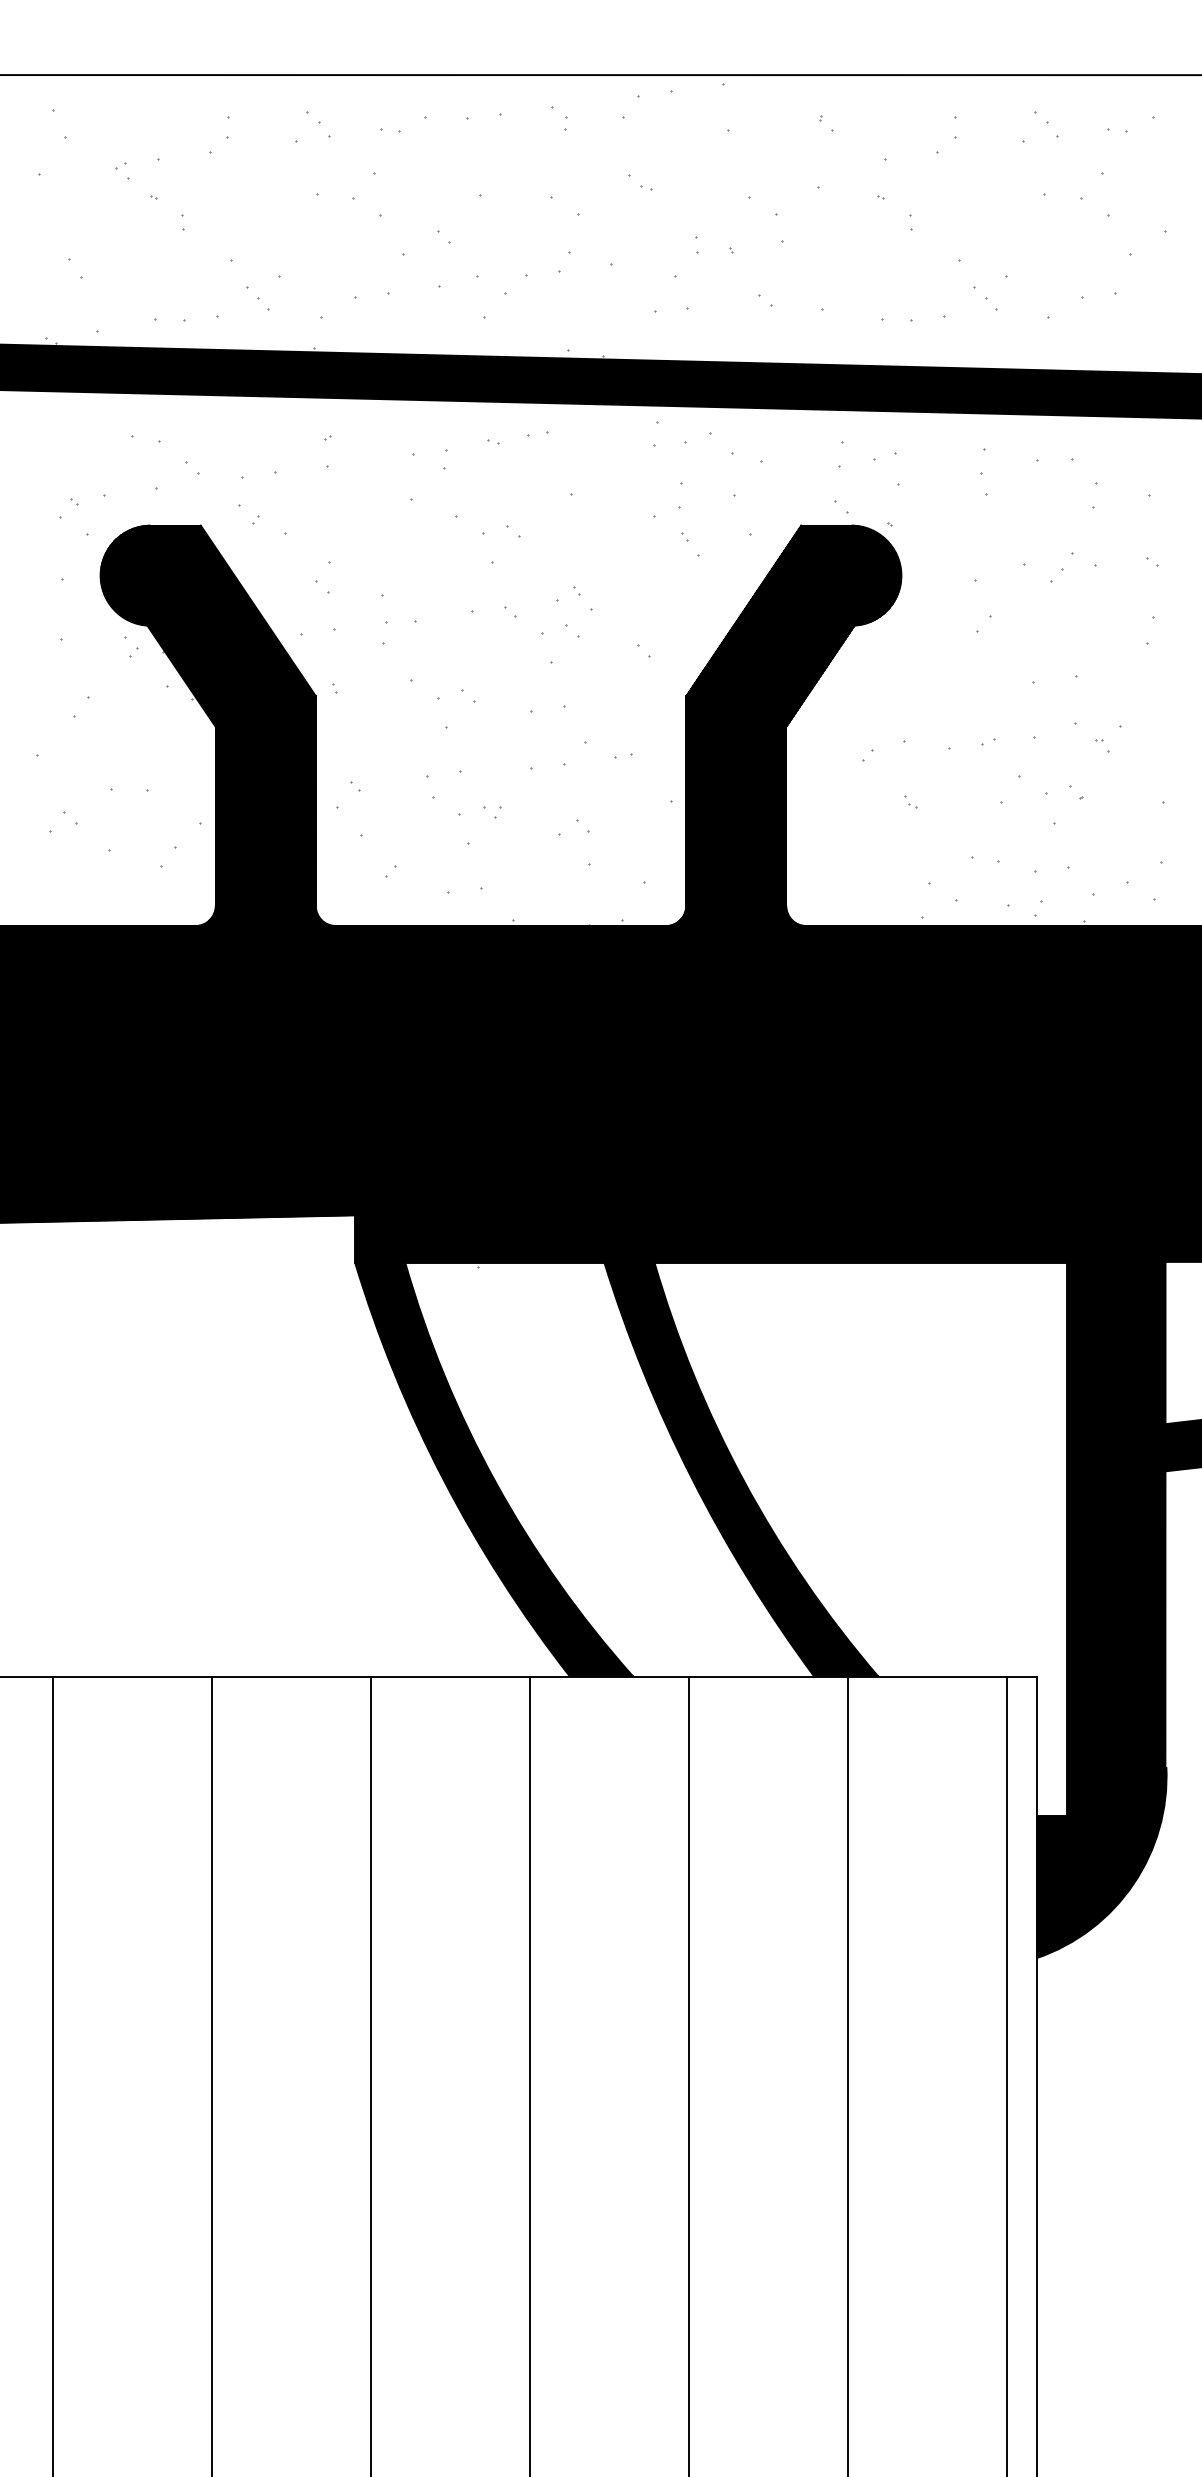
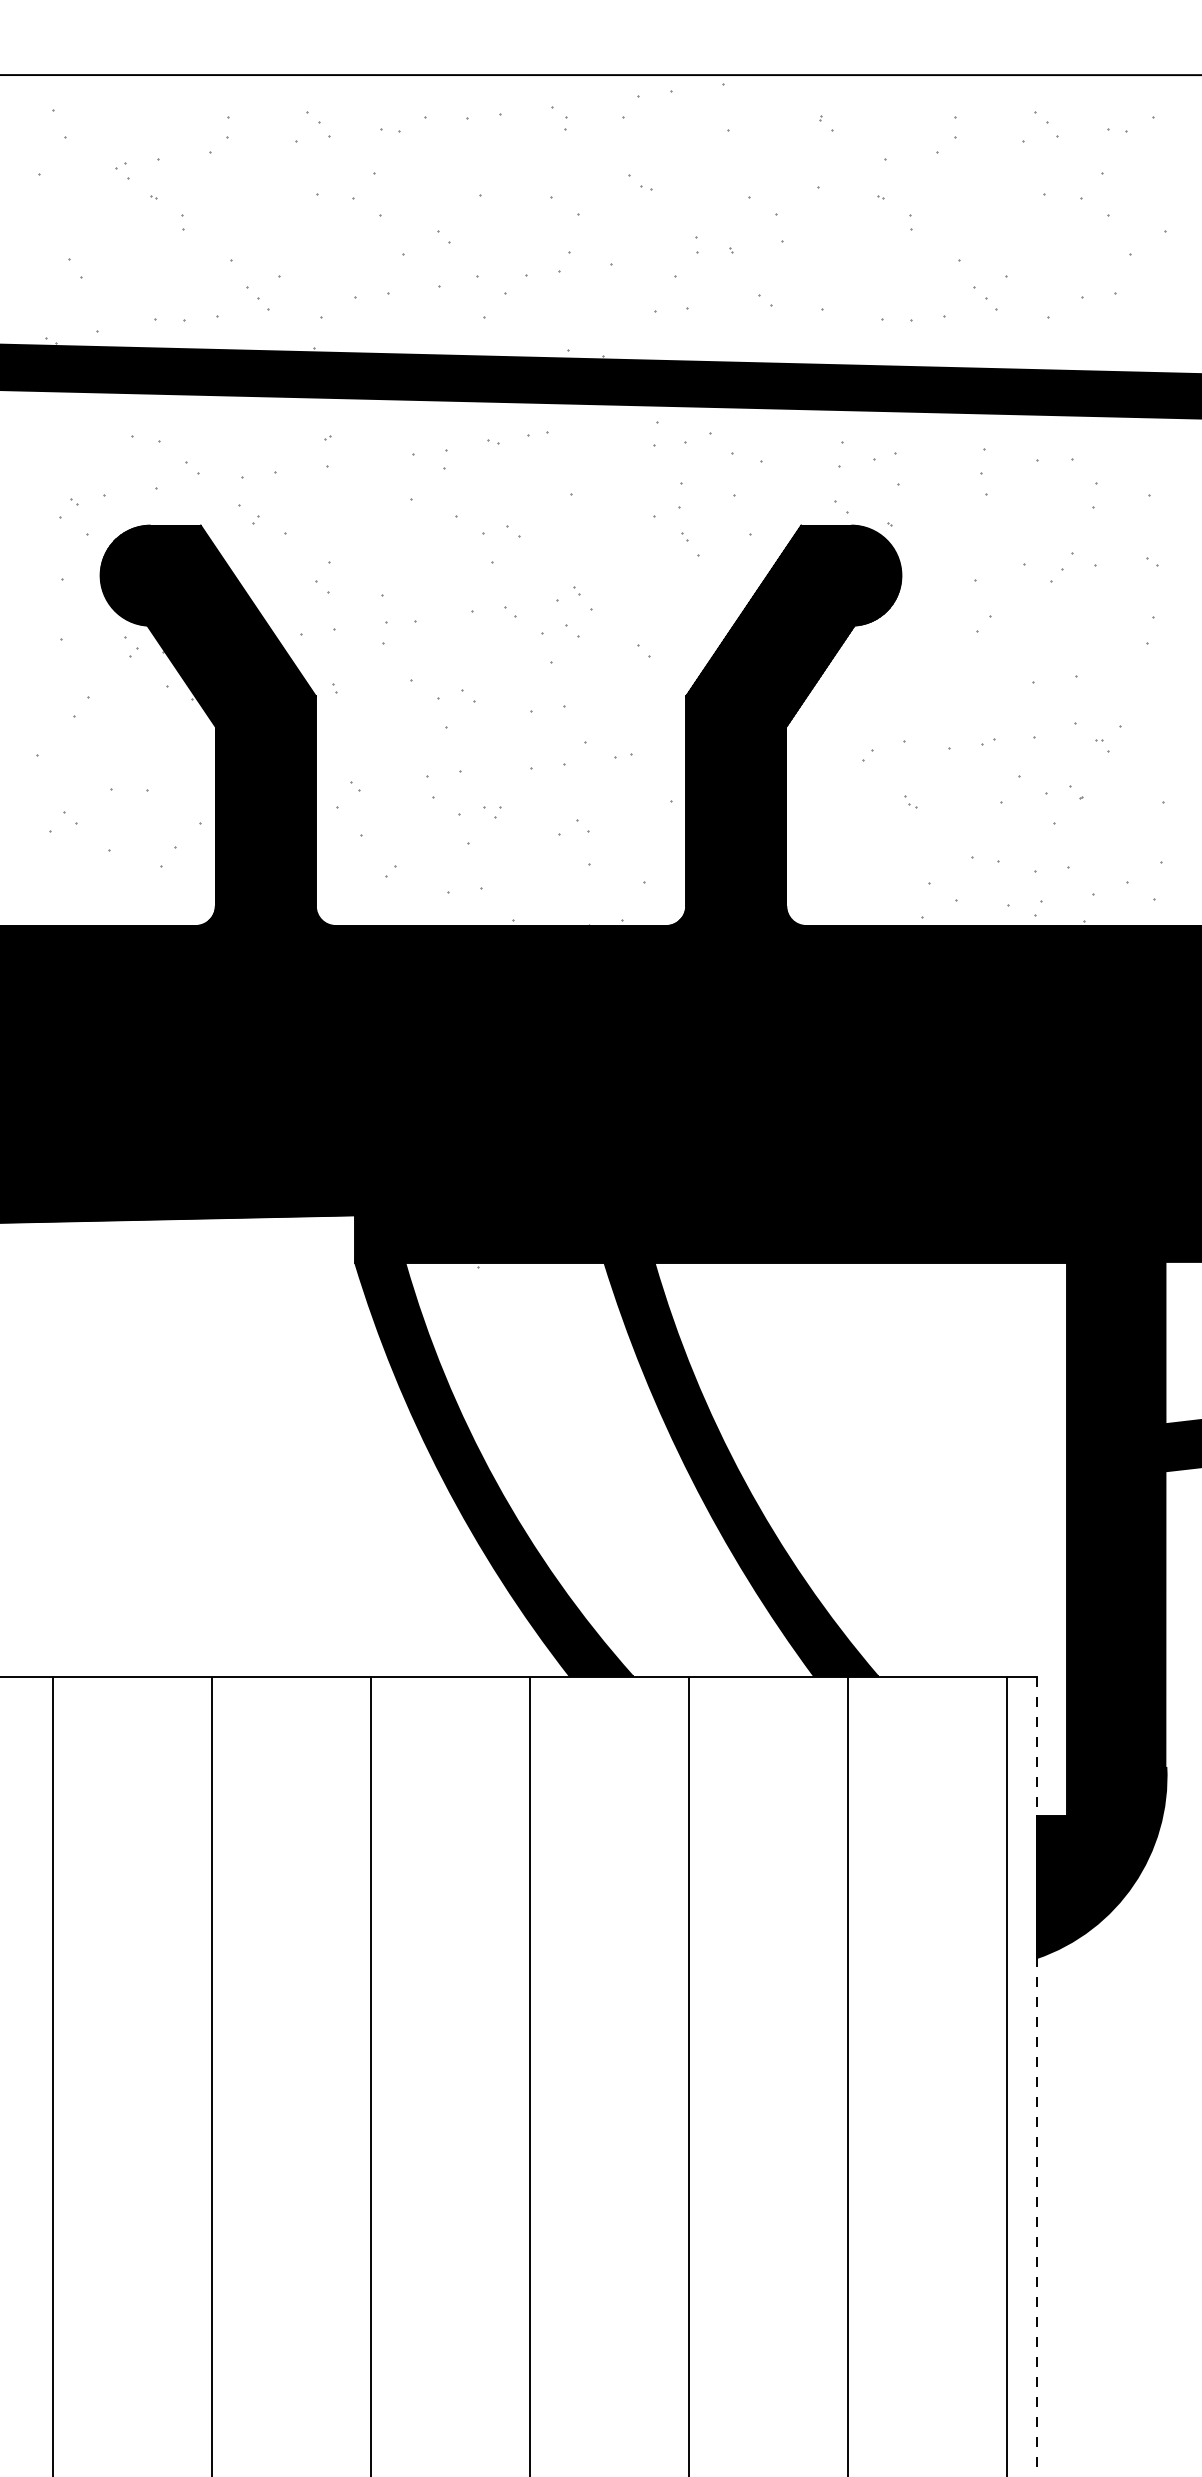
line at (1036, 2076): solid -> dashed
